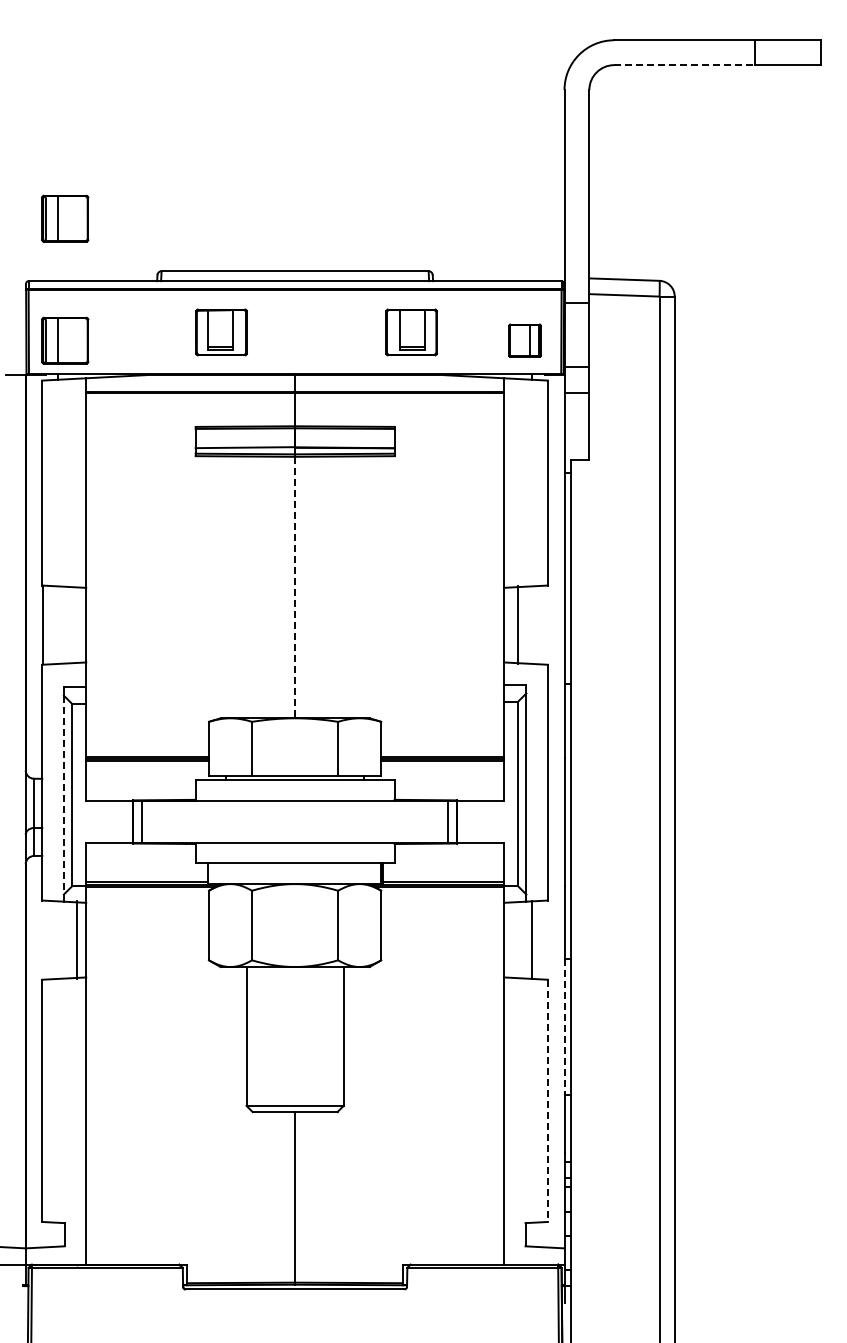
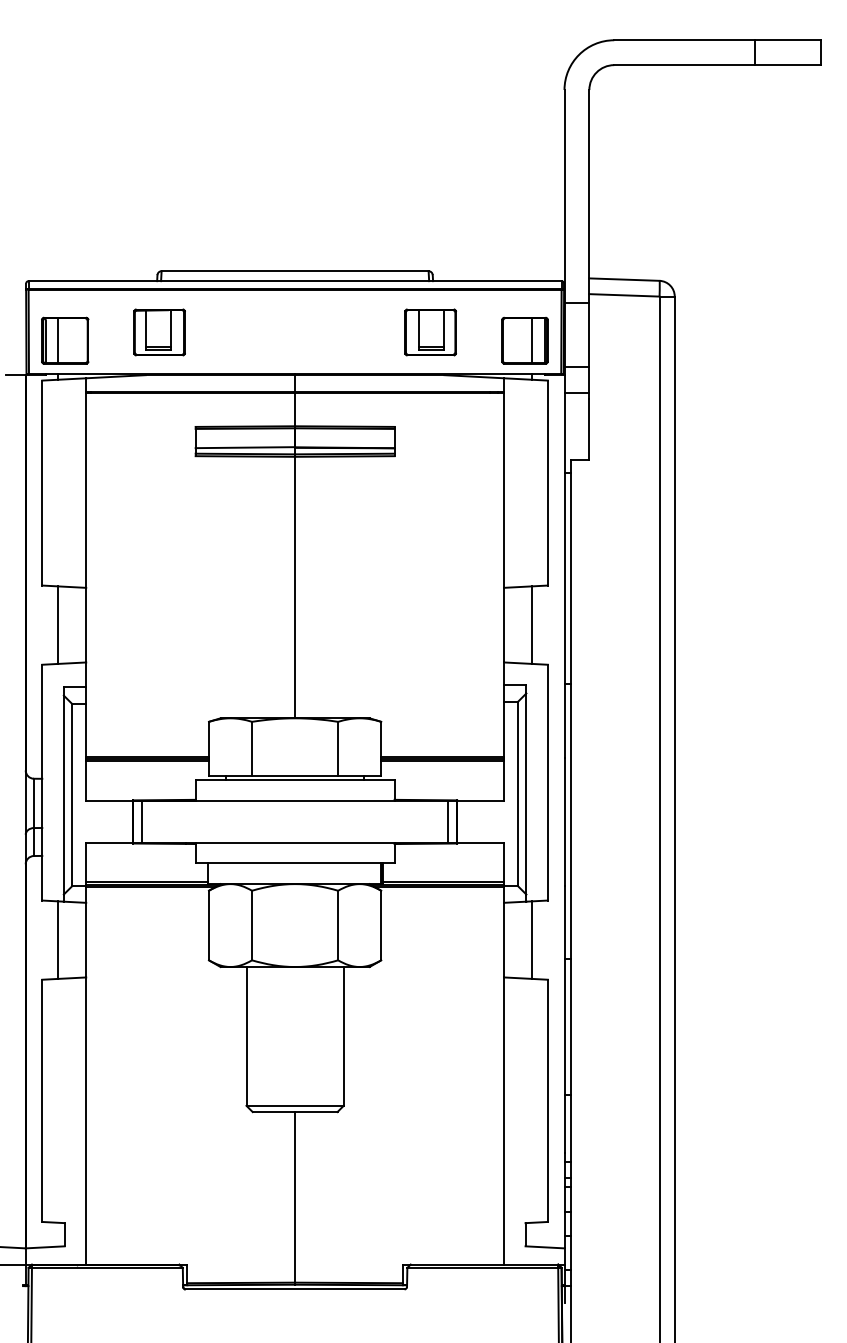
line at (685, 65): dashed -> solid
part at (65, 218): present -> none
part at (221, 332) position: (221, 332) -> (159, 332)
part at (411, 332) position: (411, 332) -> (430, 332)
part at (524, 340) size: 34x35 px -> 48x49 px
line at (295, 587): dashed -> solid
line at (43, 624) position: (43, 624) -> (58, 624)
line at (518, 624) position: (518, 624) -> (532, 624)
line at (63, 795): dashed -> solid
line at (77, 939) position: (77, 939) -> (58, 939)
line at (564, 1027): dashed -> solid
line at (547, 1101): dashed -> solid
